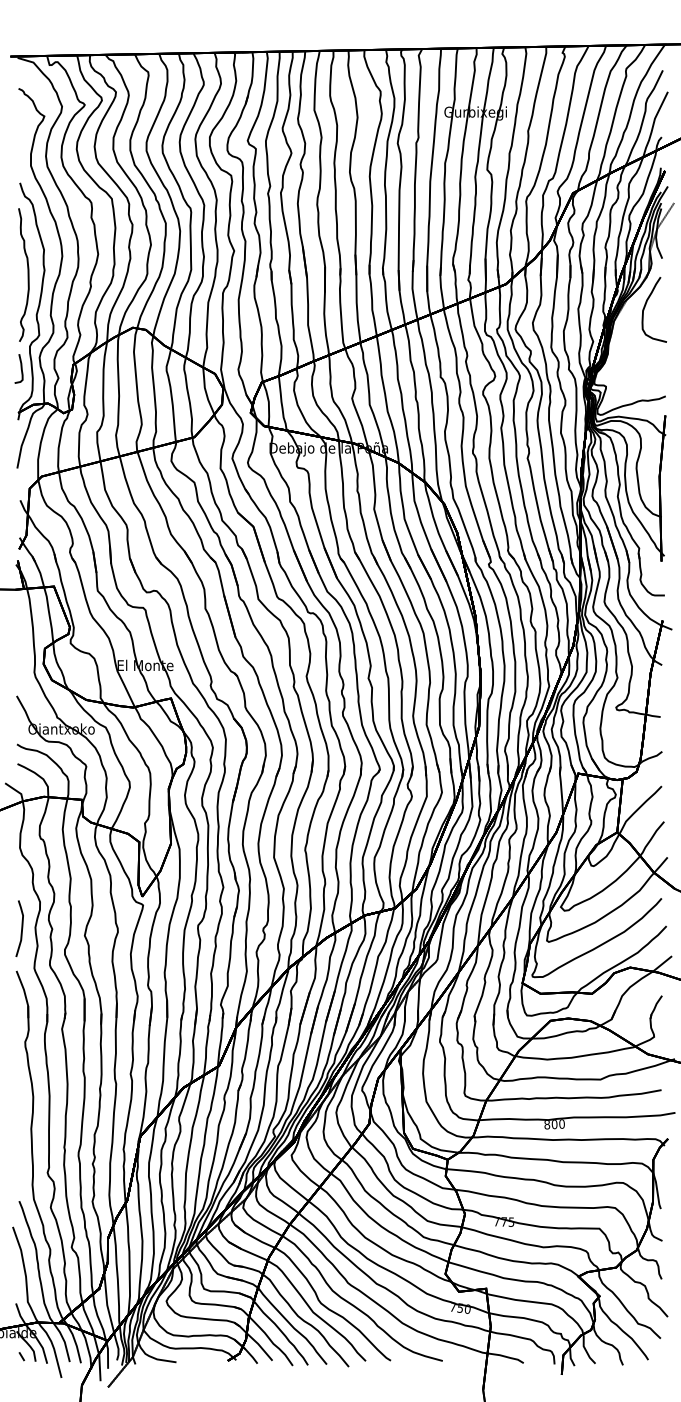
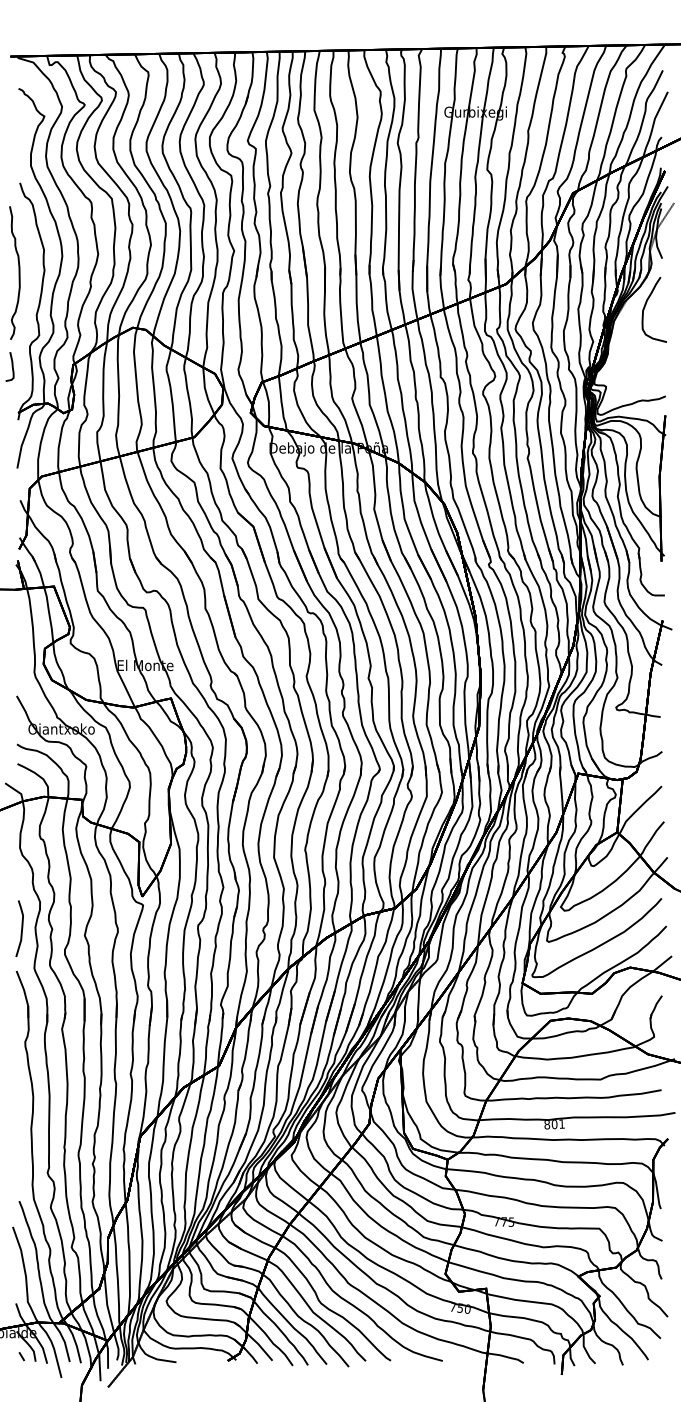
part at (21, 295) position: (21, 295) -> (12, 293)
text at (561, 1123): 800 -> 801
